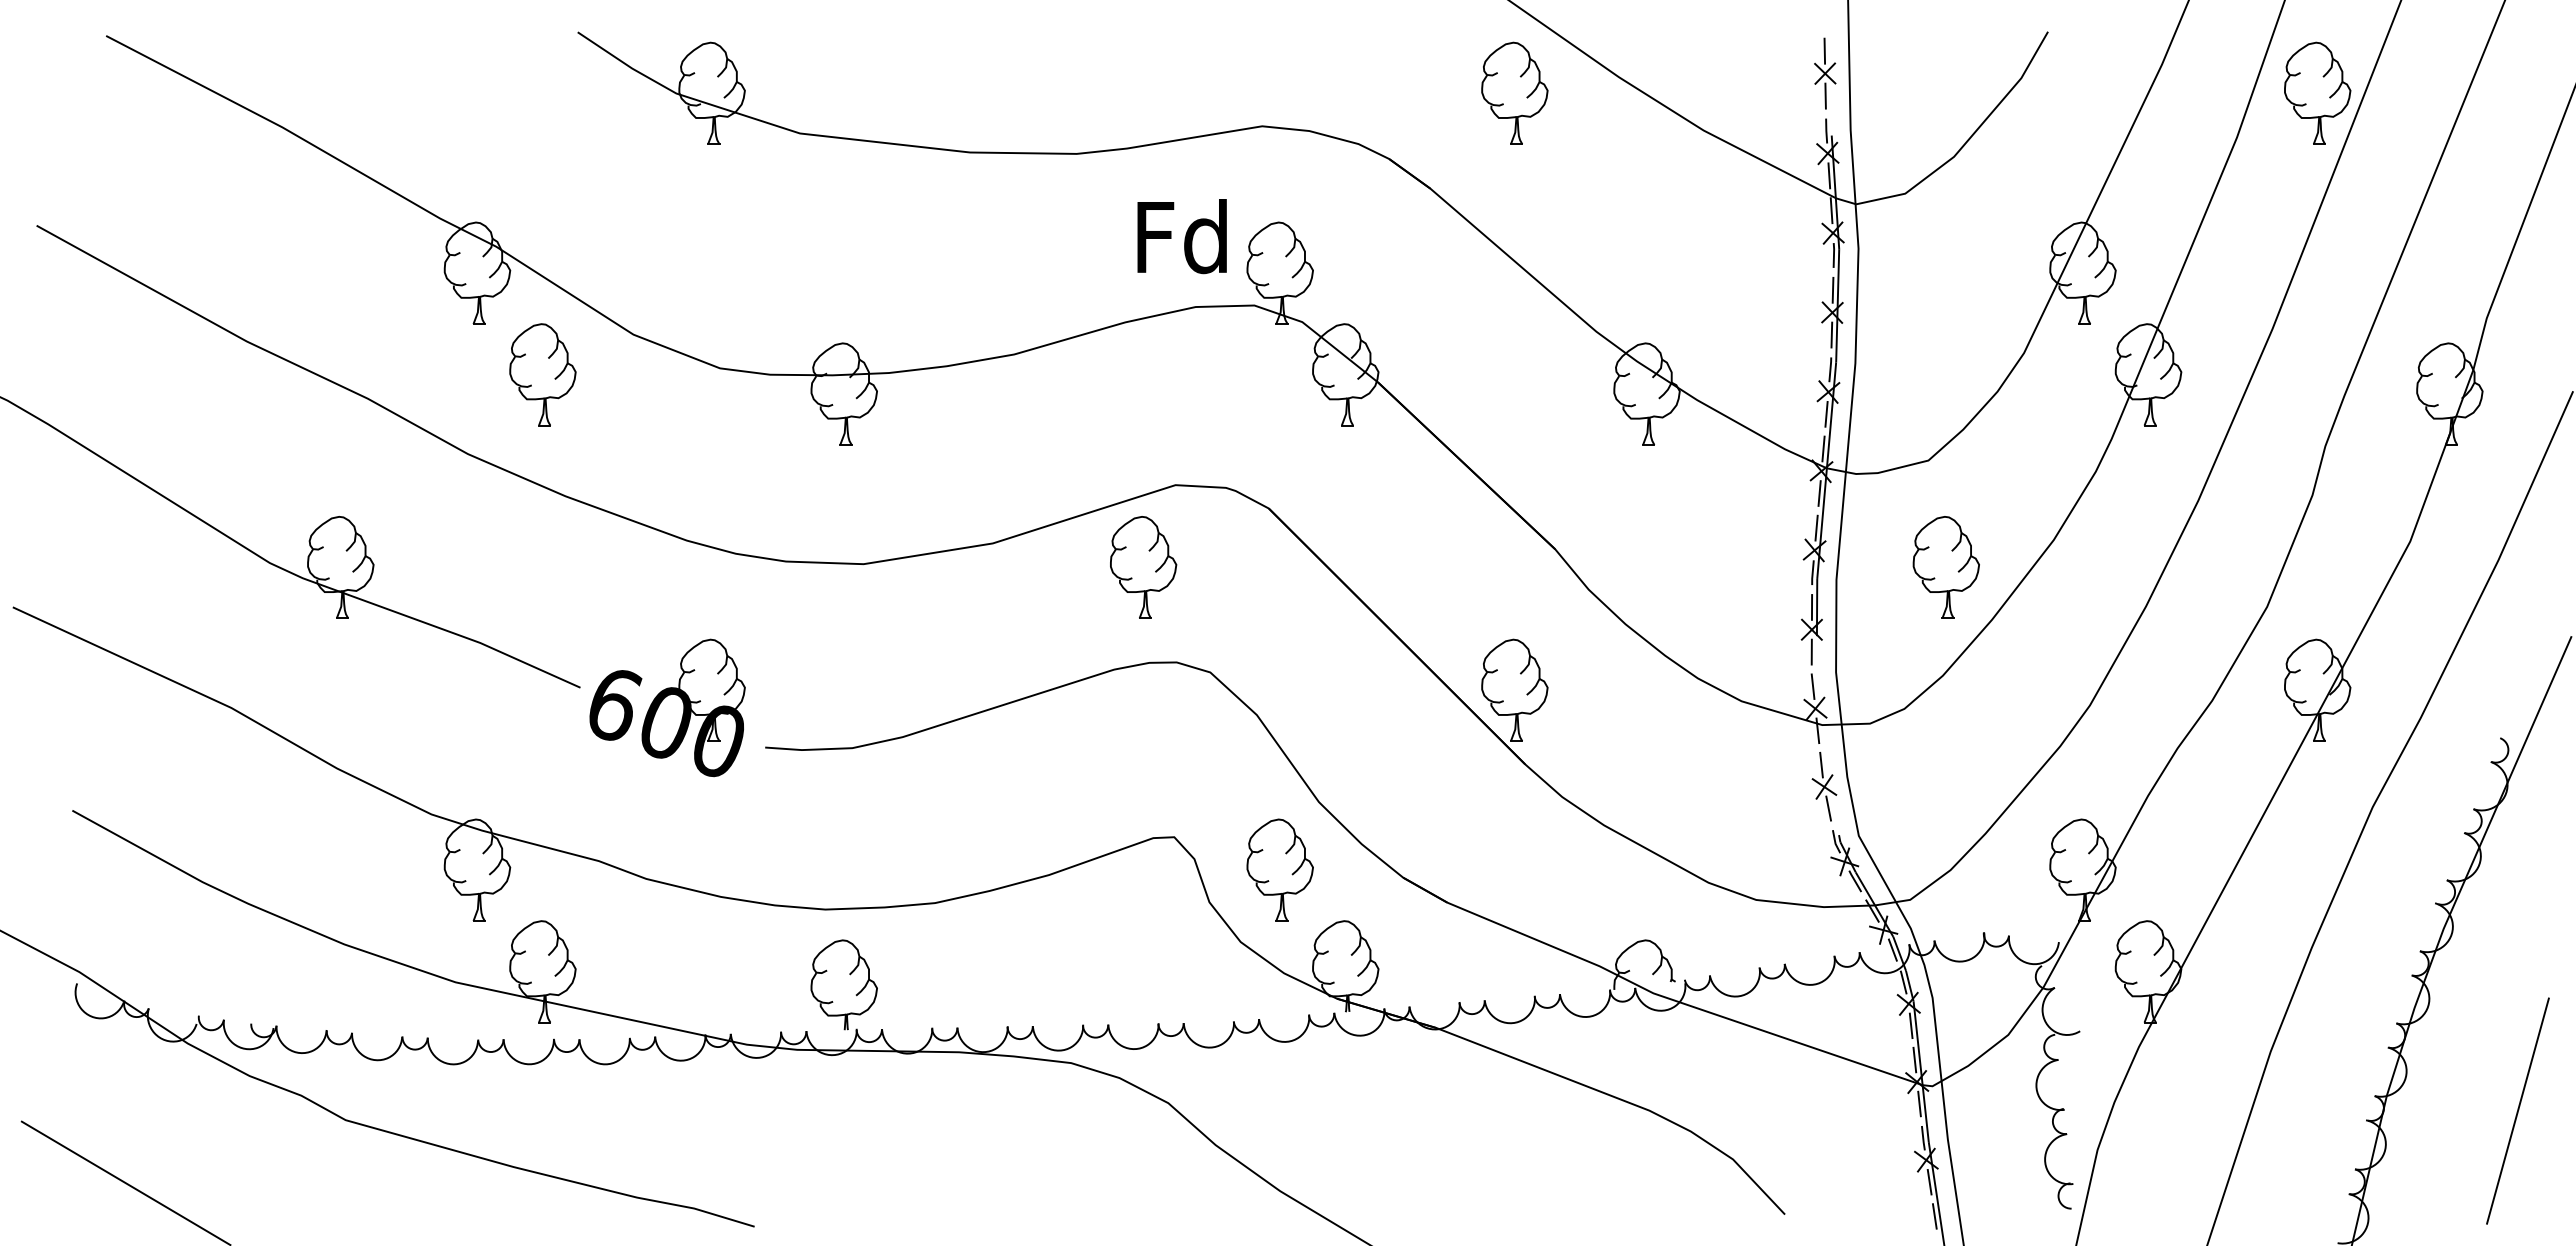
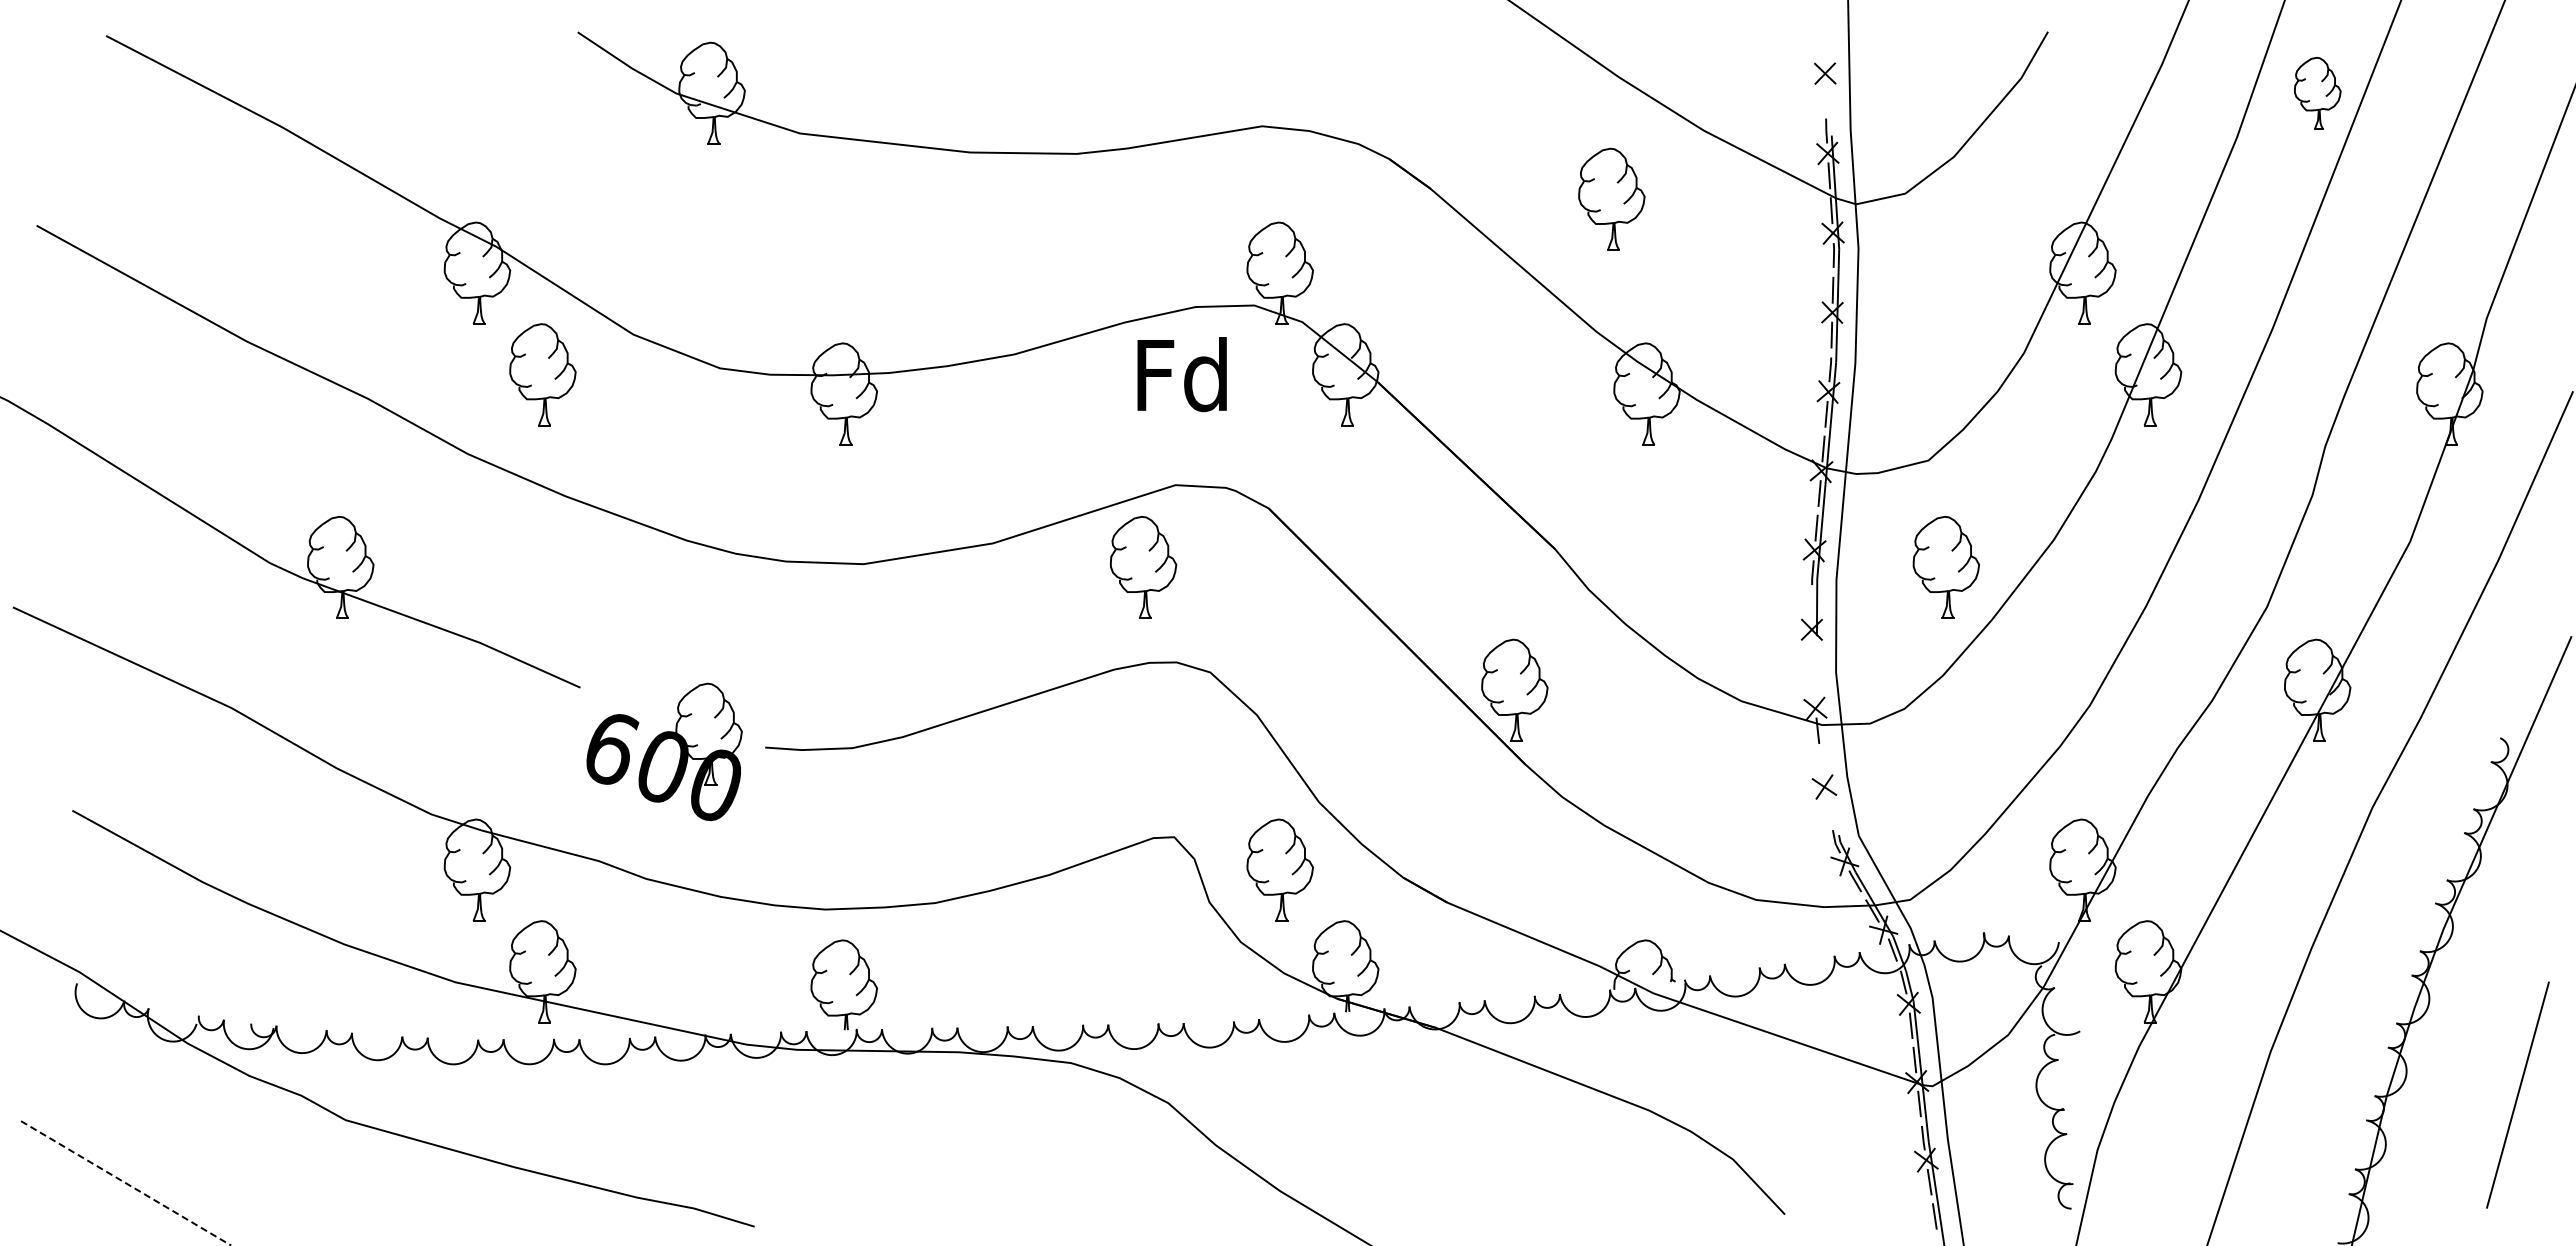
line at (1824, 50): present -> none
part at (1514, 92) position: (1514, 92) -> (1611, 198)
part at (2317, 92) size: 68x104 px -> 48x74 px
line at (1825, 95): present -> none
text at (1181, 236) position: (1181, 236) -> (1181, 374)
line at (1811, 607): present -> none
line at (1811, 651): present -> none
line at (1812, 686): present -> none
part at (667, 707) position: (667, 707) -> (664, 751)
line at (1821, 764): present -> none
line at (1828, 808): present -> none
line at (2517, 1110) position: (2517, 1110) -> (2517, 1094)
line at (126, 1183): solid -> dashed
